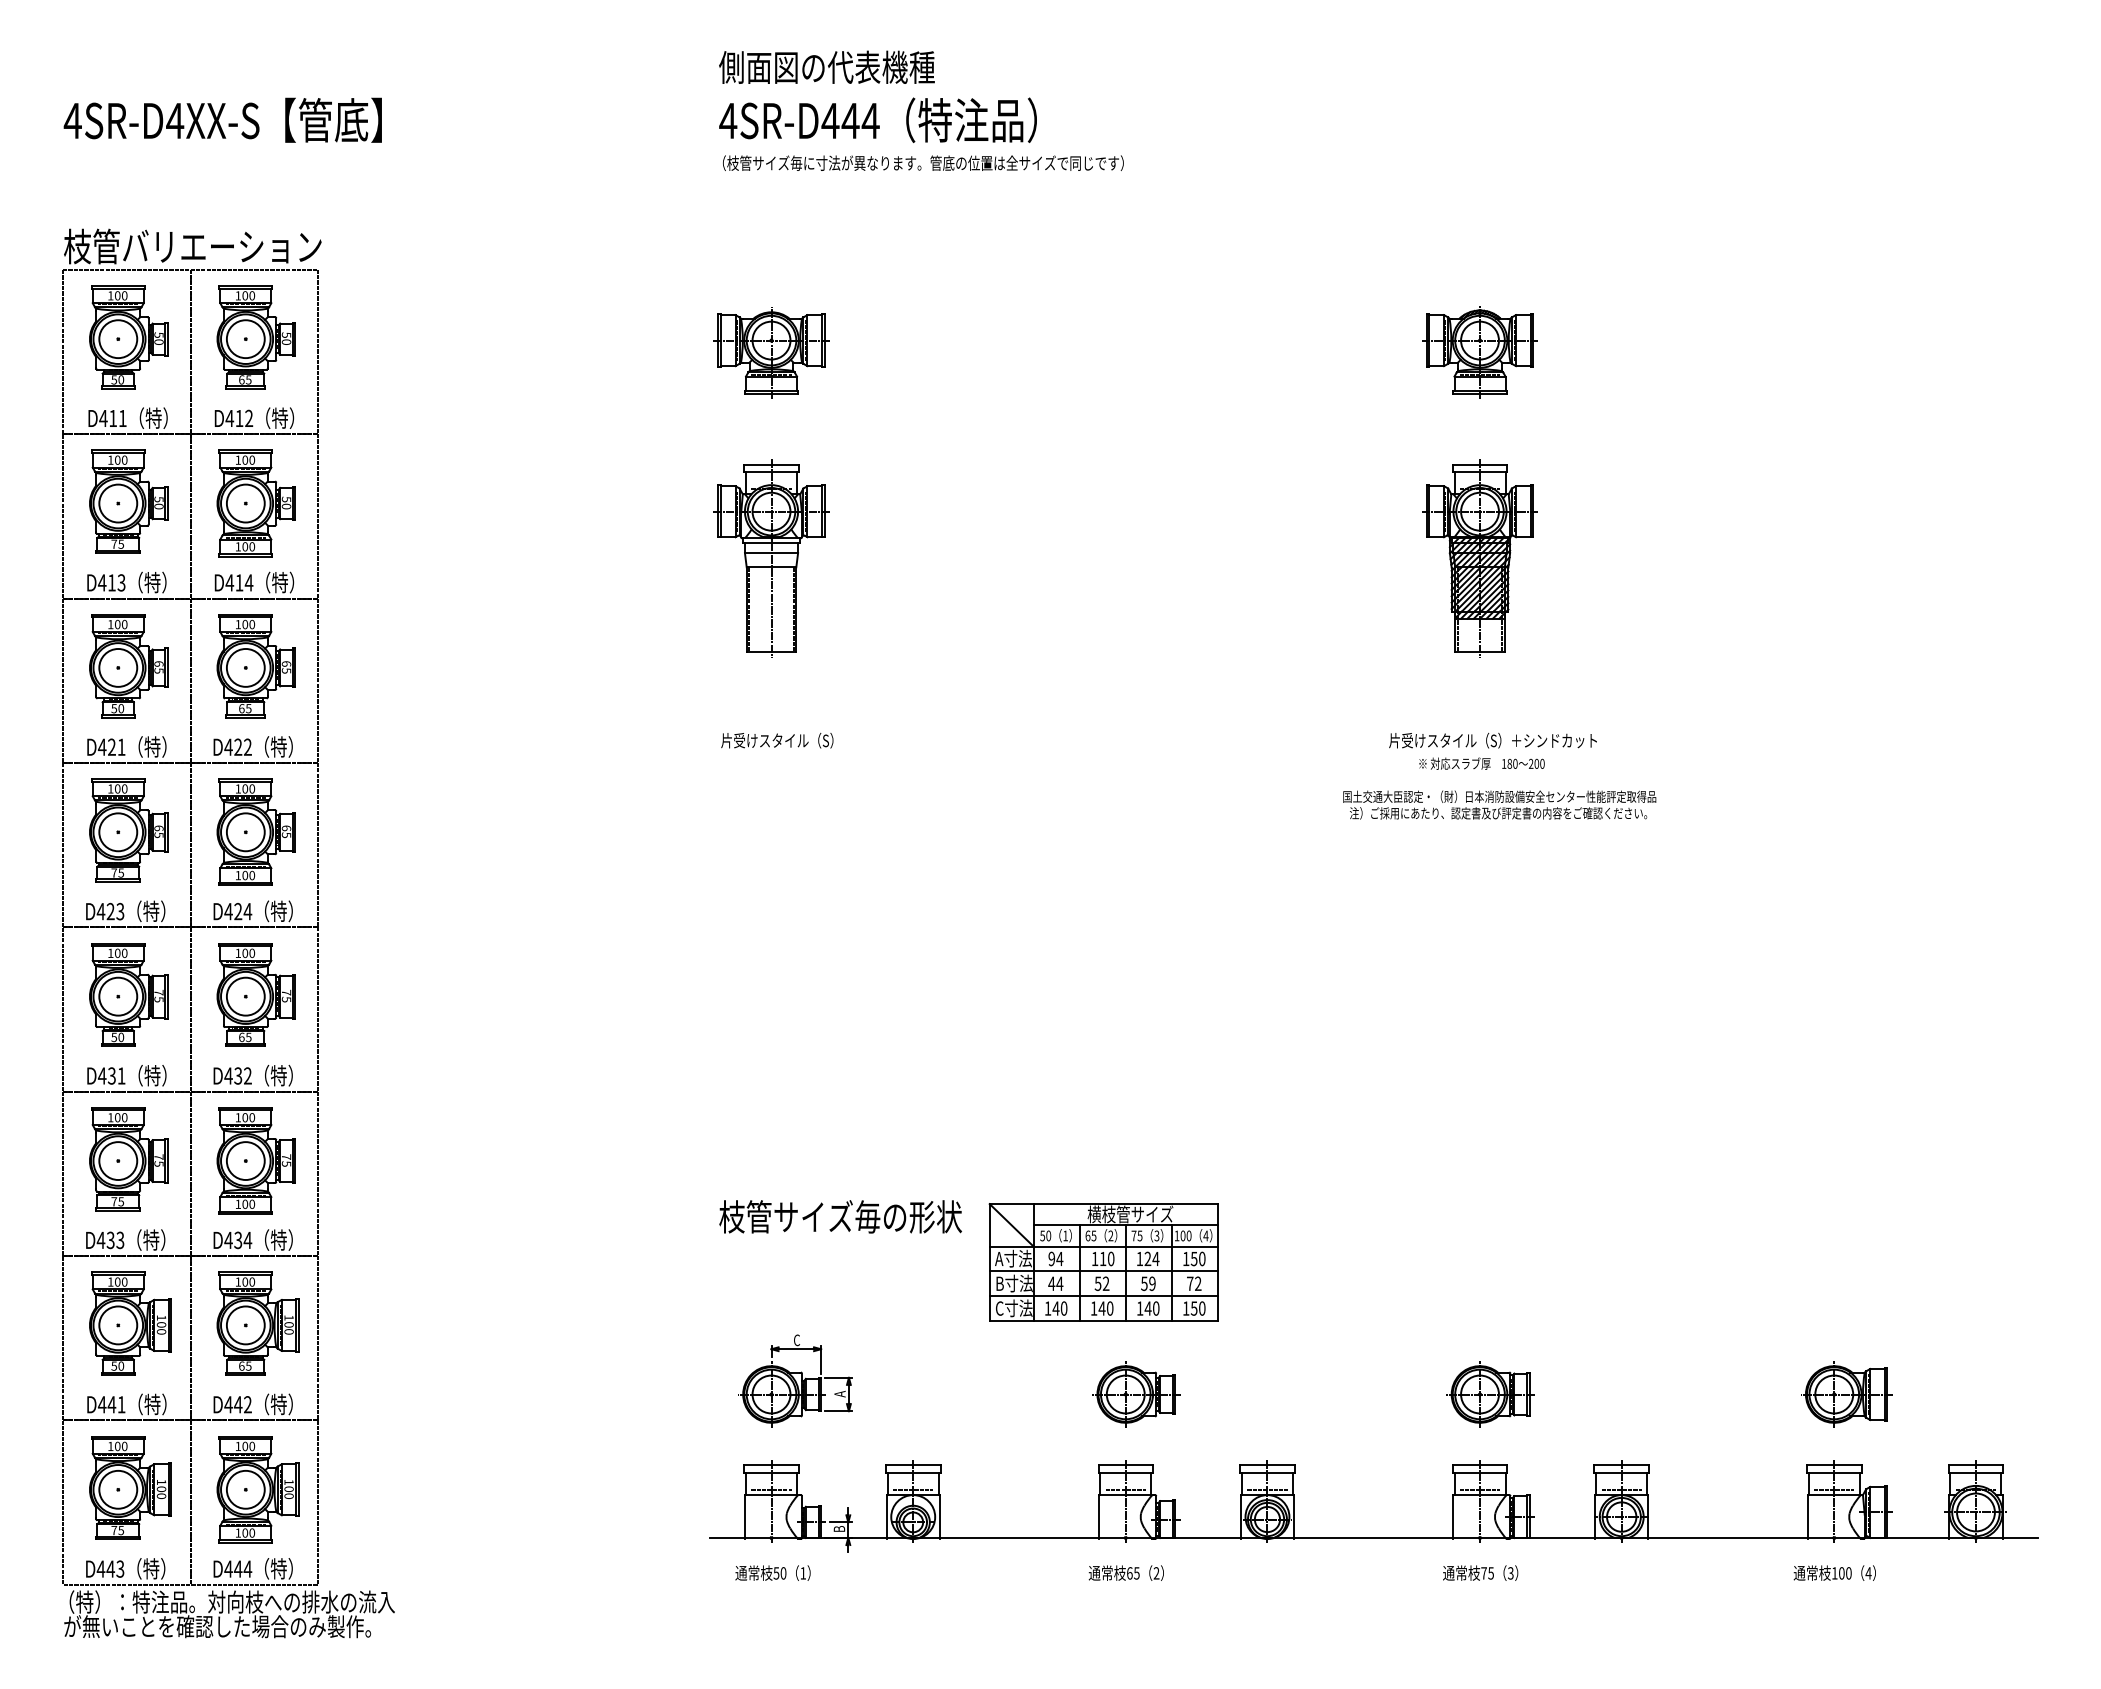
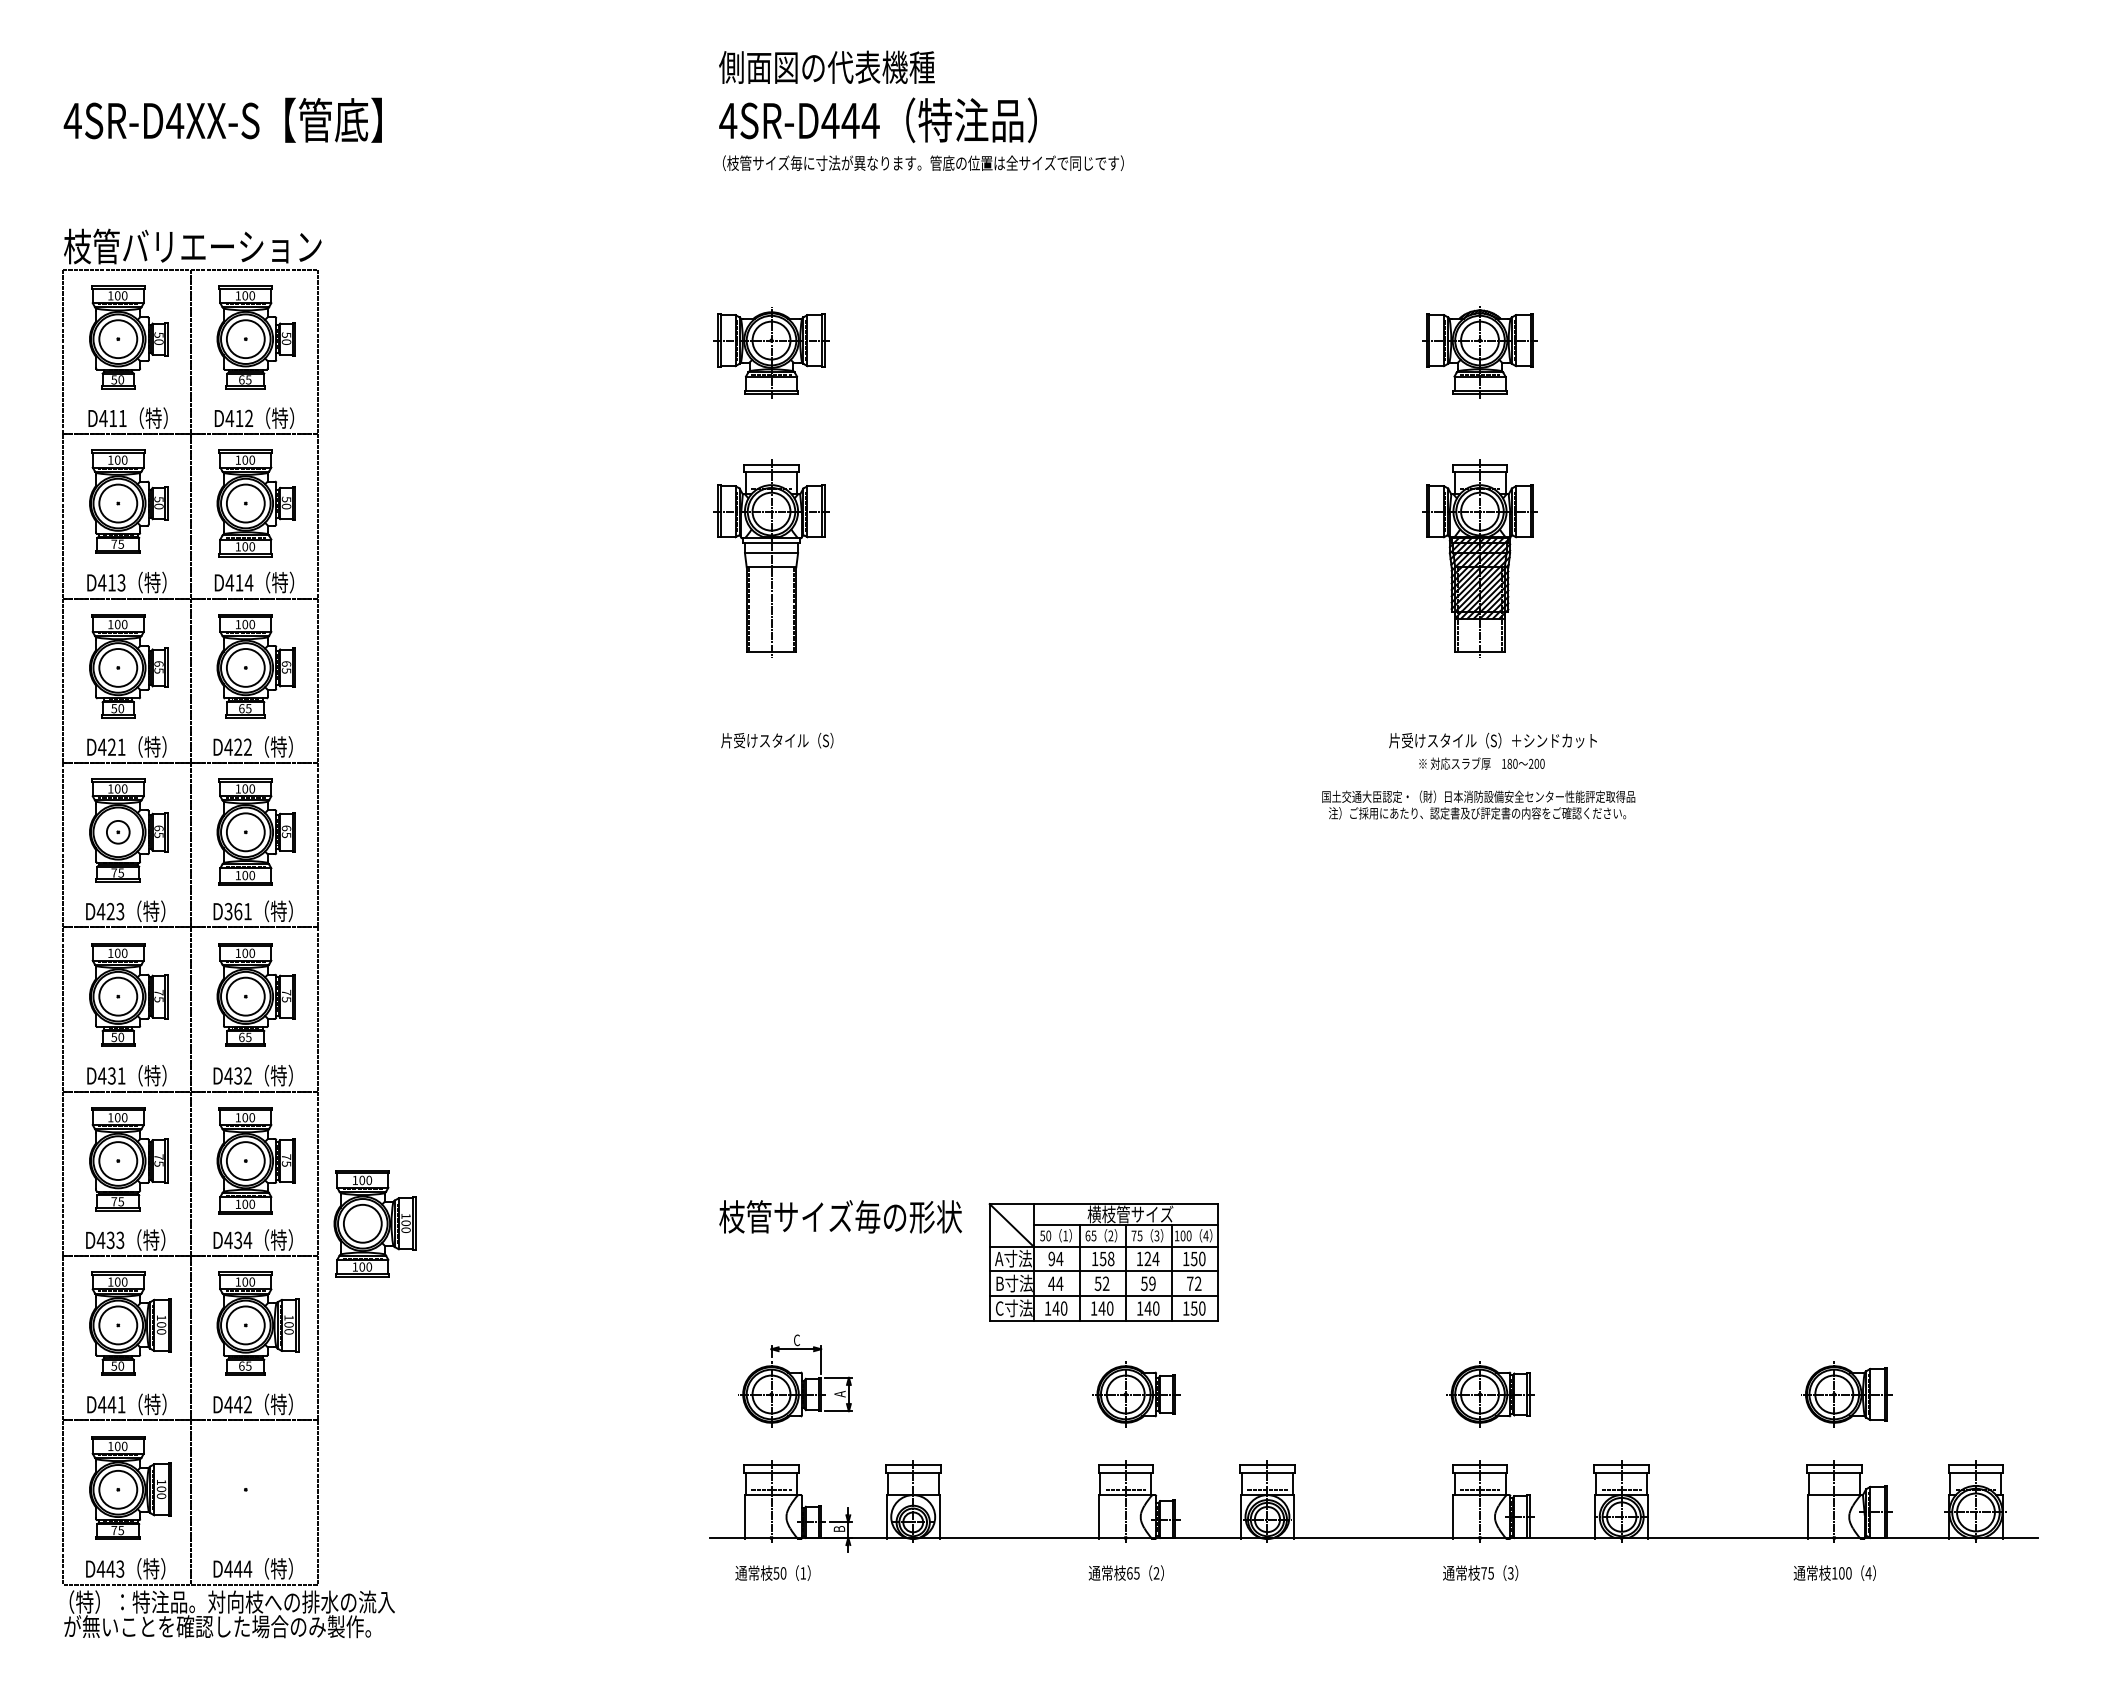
text at (1499, 804) position: (1499, 804) -> (1478, 804)
circle at (118, 832) diameter: 38 px -> 23 px
text at (238, 911): D424 -> D361
text at (1106, 1259): 110 -> 158
part at (257, 1489) position: (257, 1489) -> (374, 1223)
line at (913, 1490): present -> none
line at (1834, 1490): present -> none
